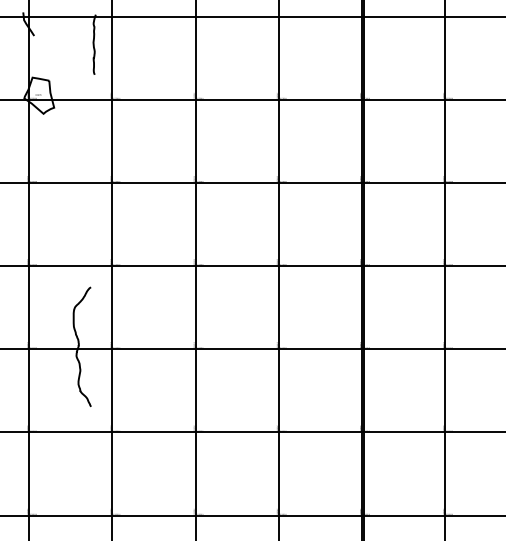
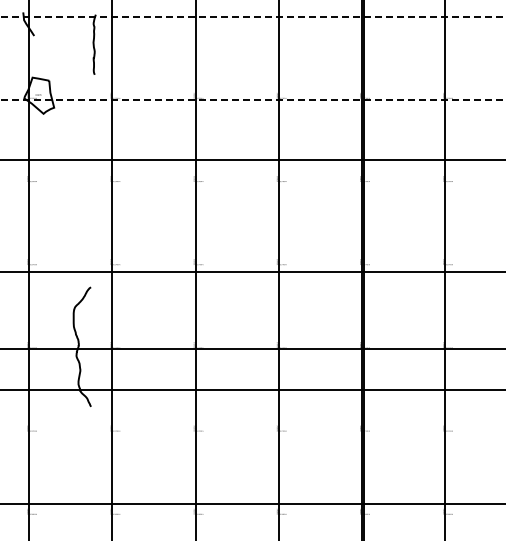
line at (253, 16): solid -> dashed
line at (253, 99): solid -> dashed
line at (252, 182) position: (252, 182) -> (252, 159)
line at (252, 266) position: (252, 266) -> (252, 272)
line at (252, 432) position: (252, 432) -> (252, 390)
line at (252, 515) position: (252, 515) -> (252, 503)
